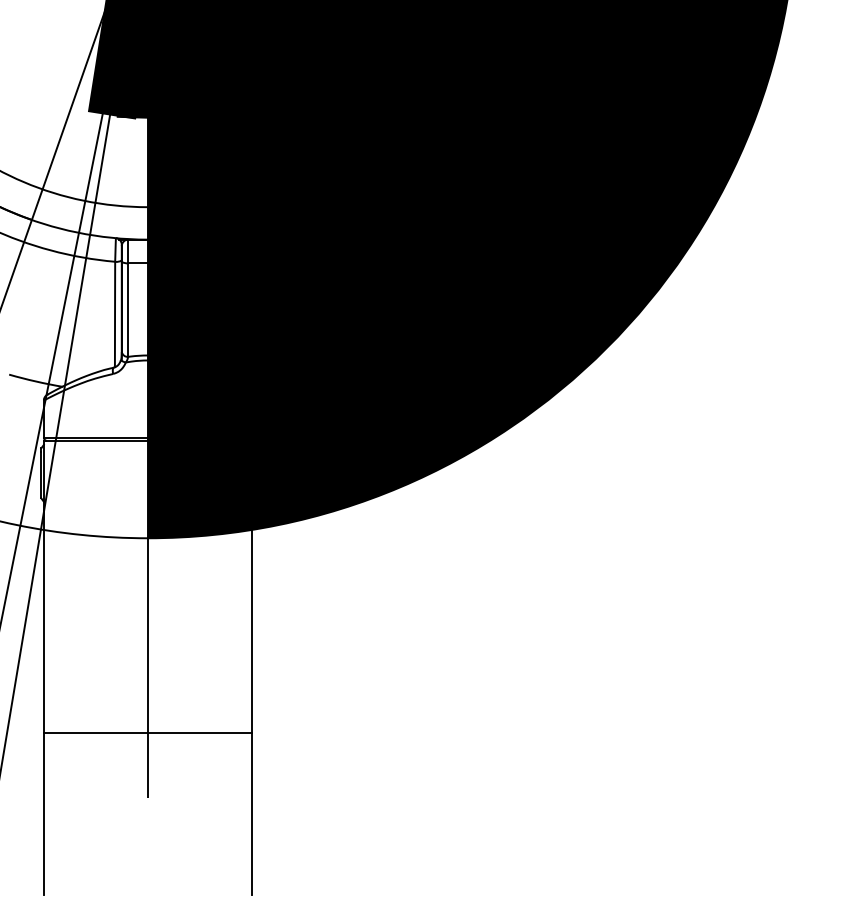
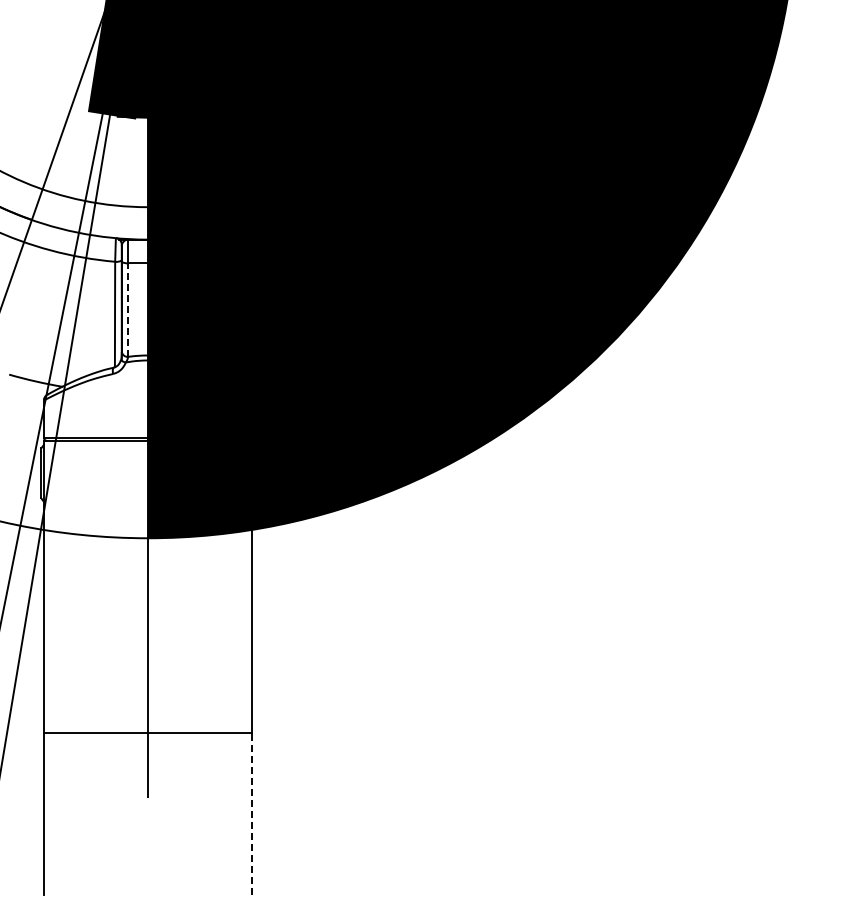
line at (128, 310): solid -> dashed
line at (251, 813): solid -> dashed
